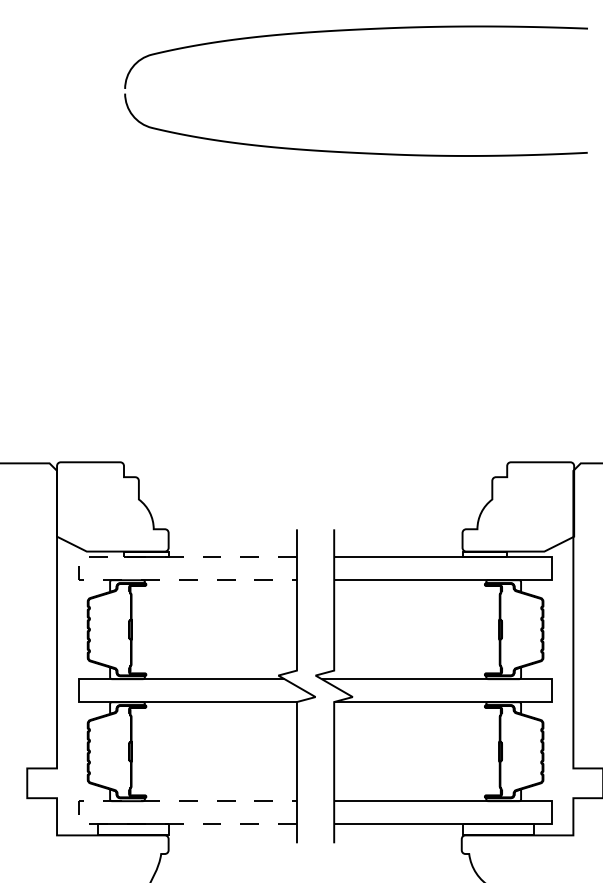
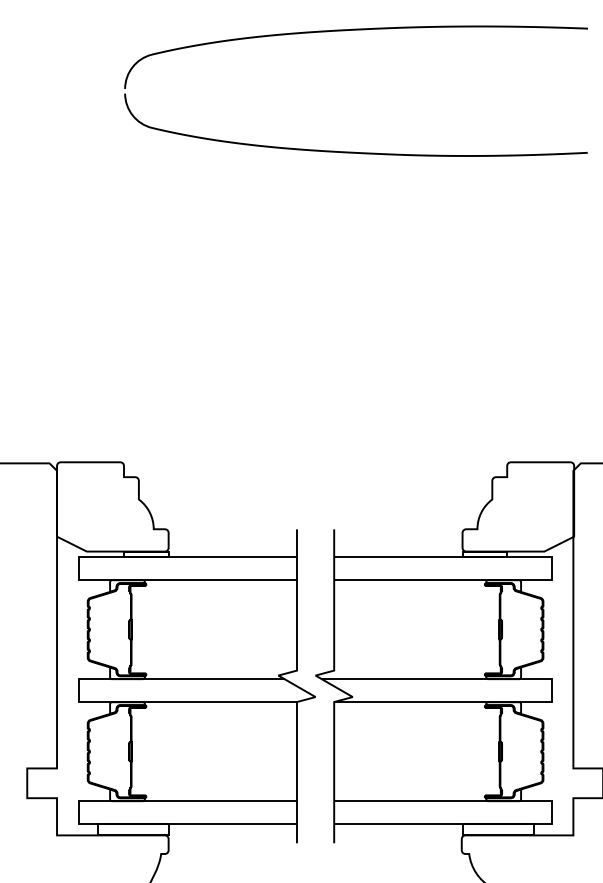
line at (79, 568): dashed -> solid
line at (79, 812): dashed -> solid
